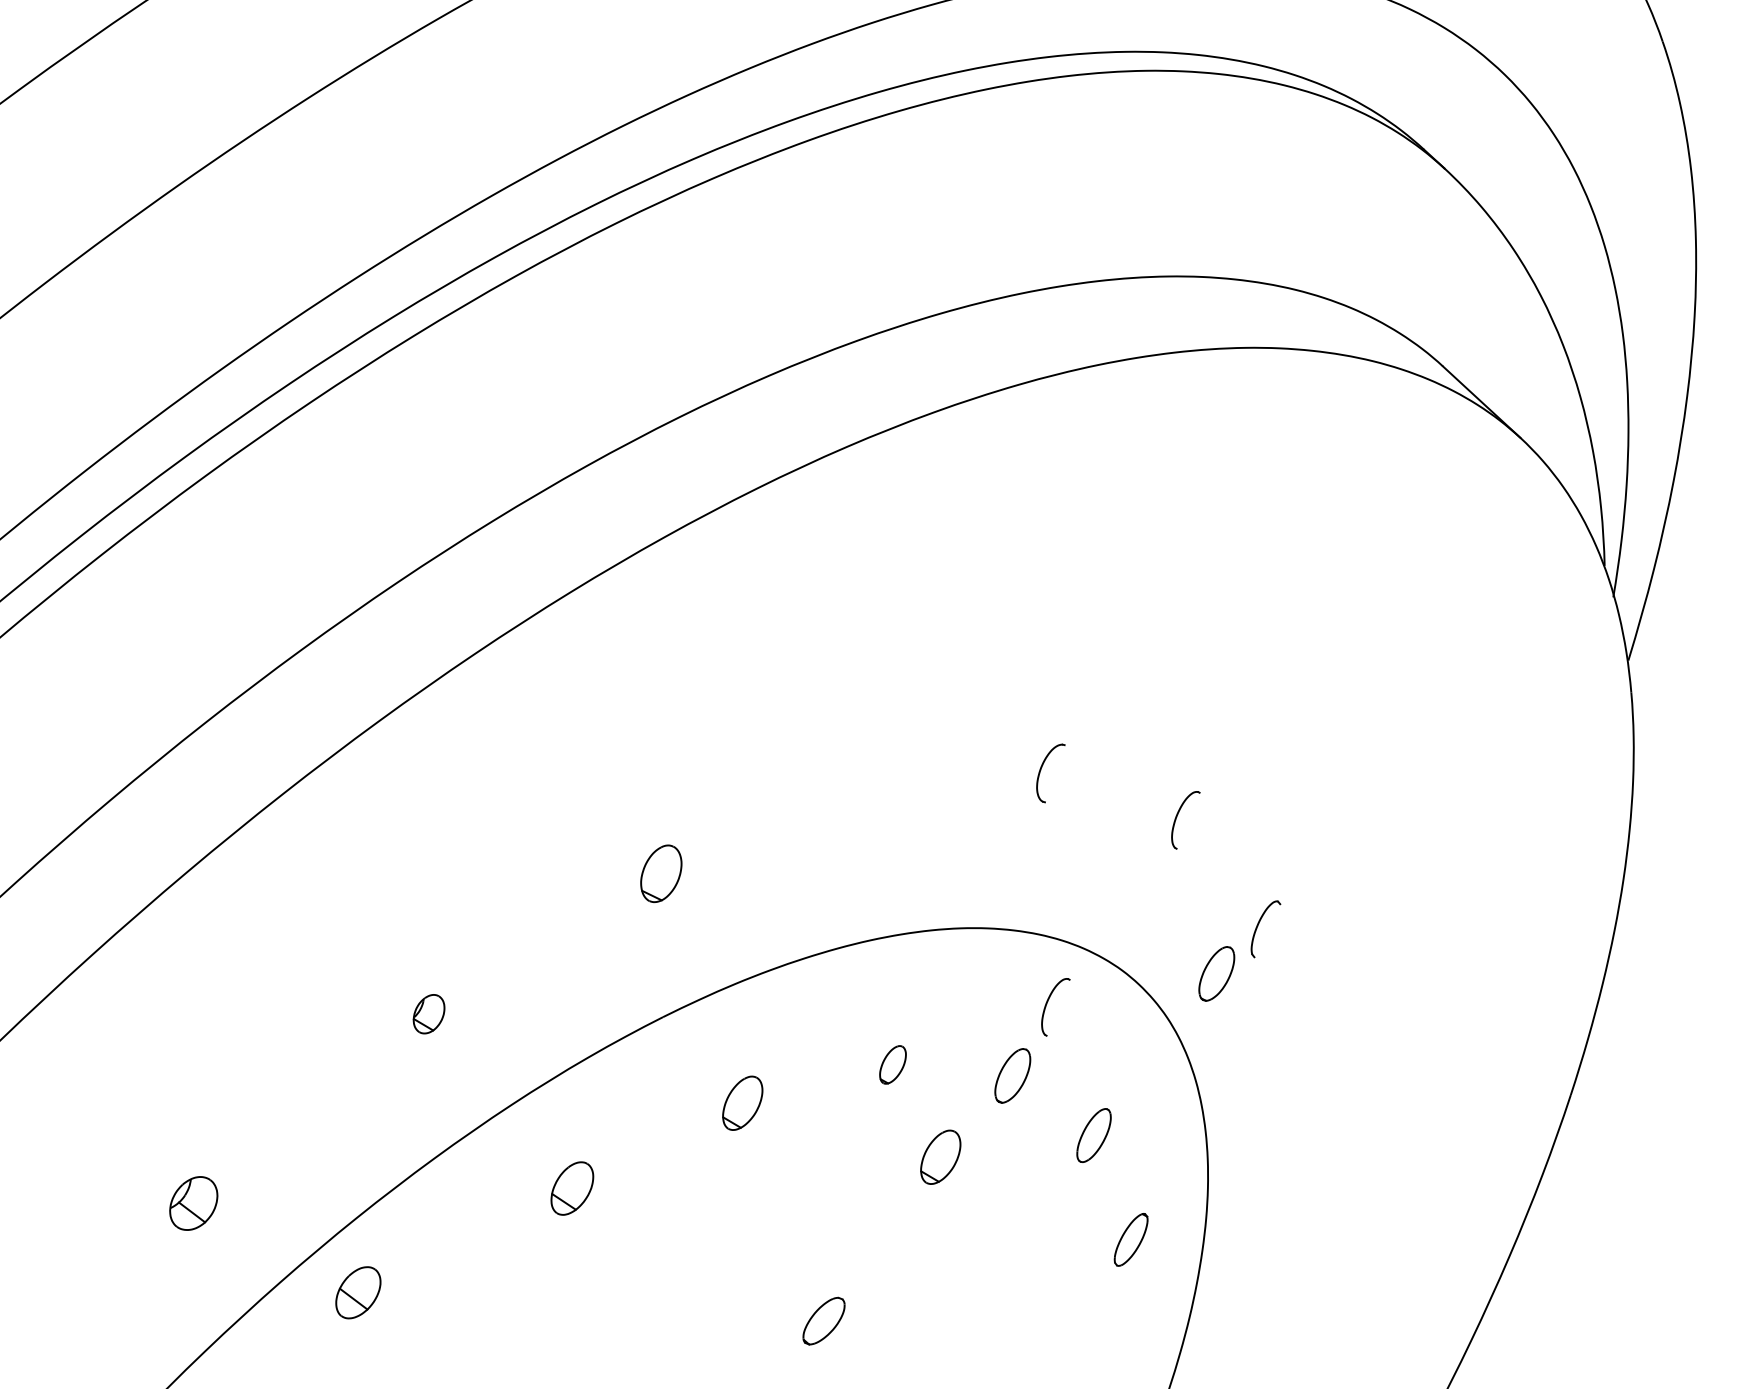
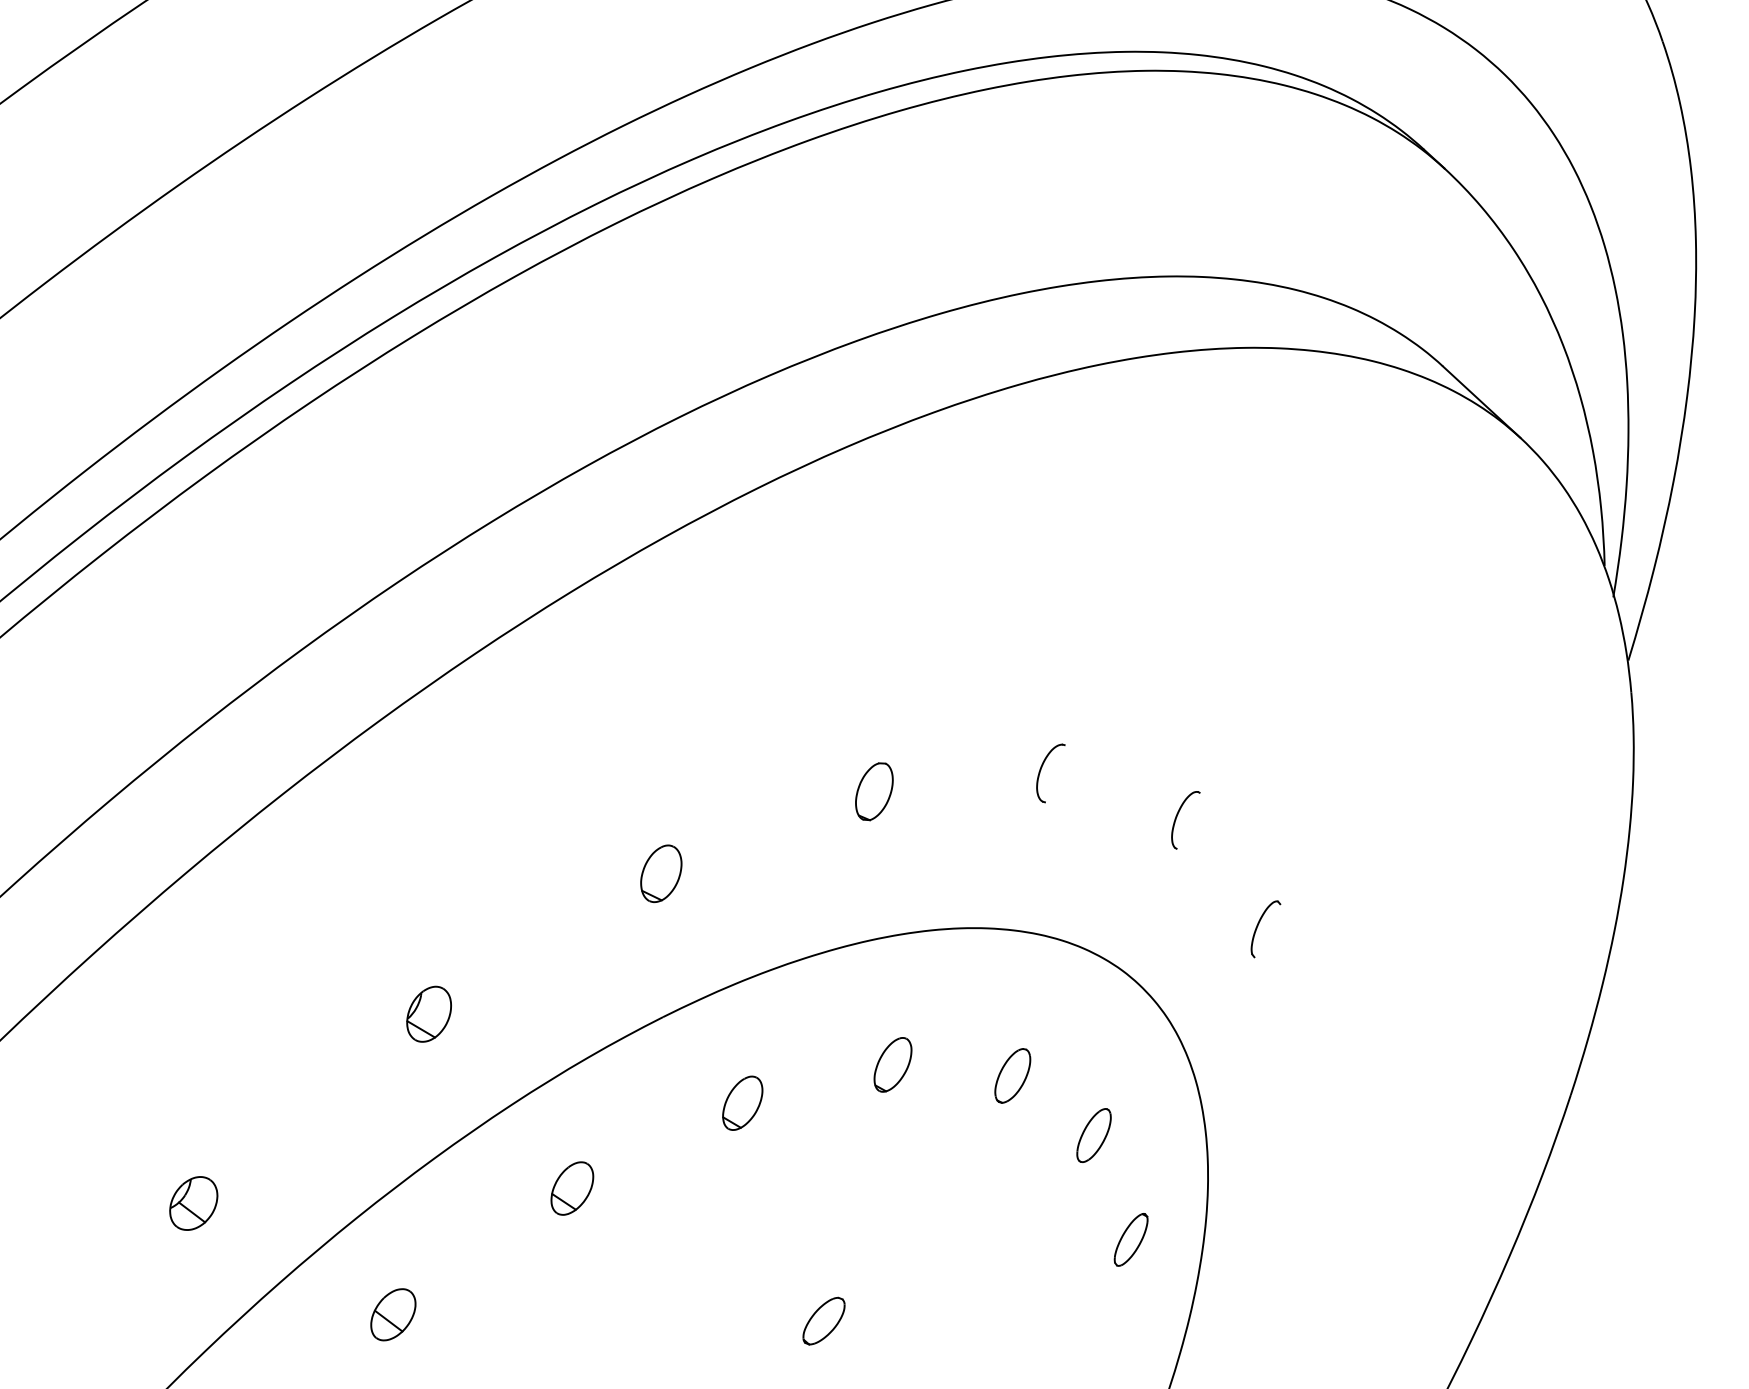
part at (874, 791): none -> present
part at (1216, 973): present -> none
part at (1047, 1004): present -> none
part at (428, 1014) size: 34x41 px -> 46x58 px
part at (892, 1064) size: 28x40 px -> 40x56 px
part at (940, 1156): present -> none
part at (358, 1292) position: (358, 1292) -> (393, 1314)
